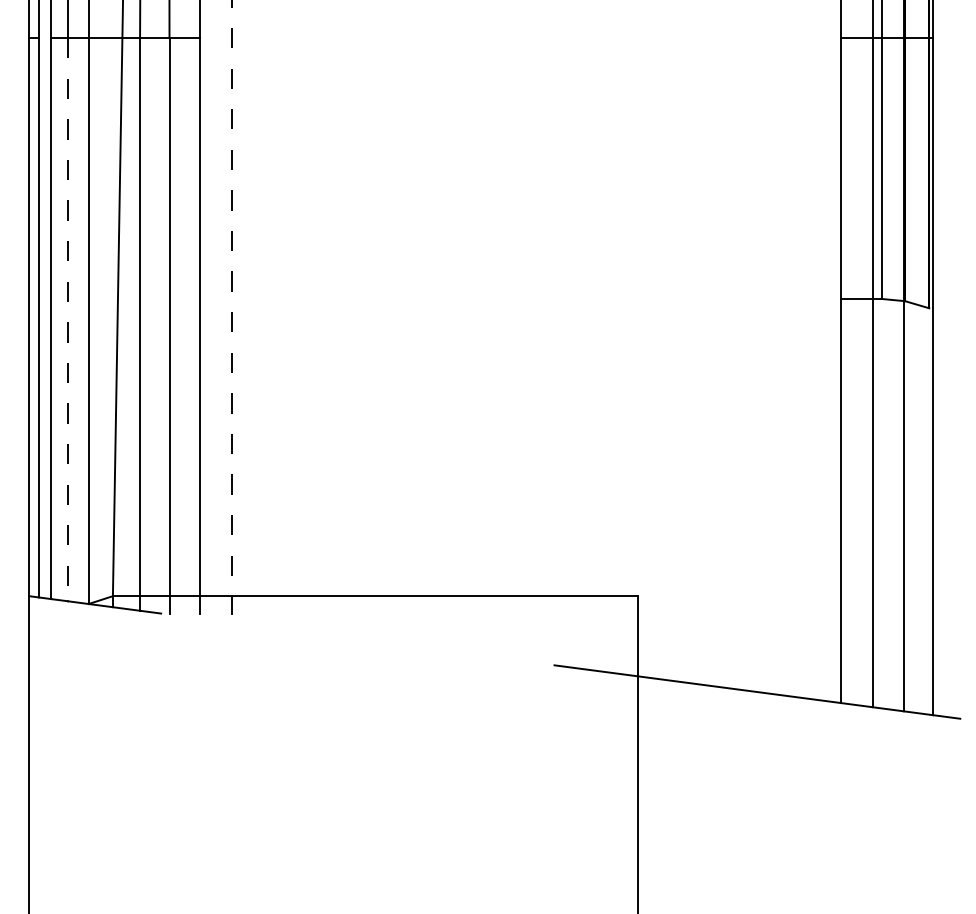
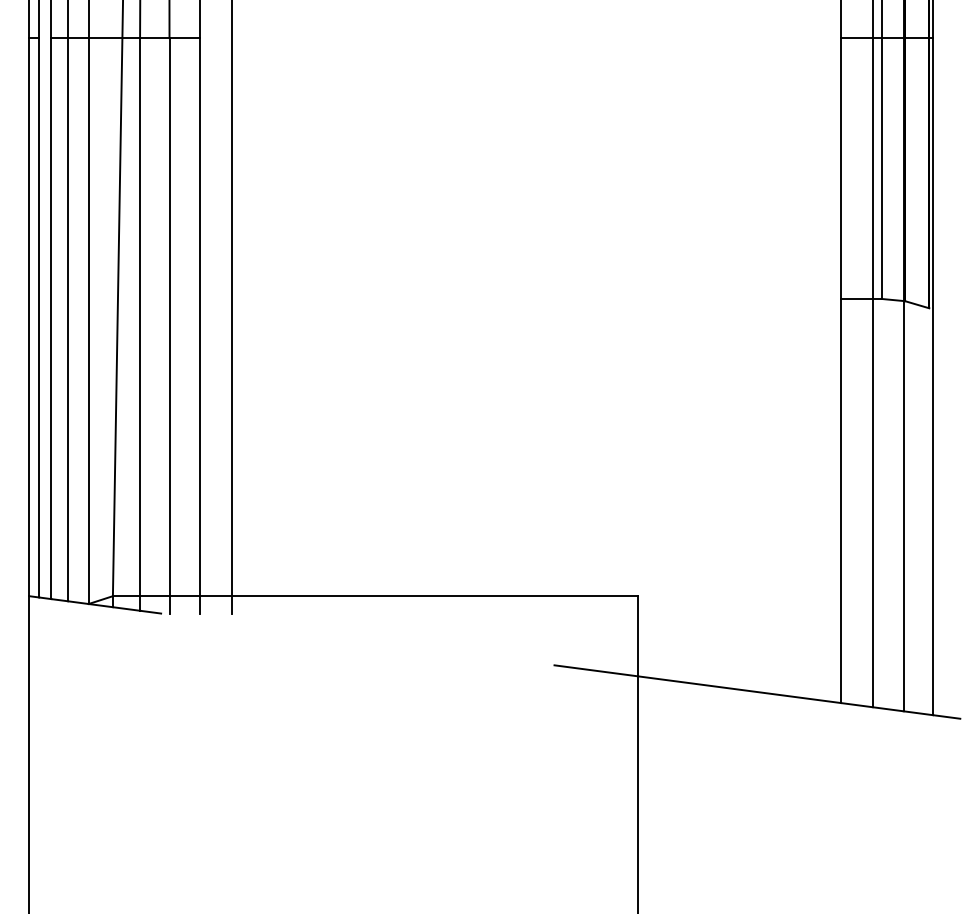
line at (232, 298): dashed -> solid
line at (68, 319): dashed -> solid
